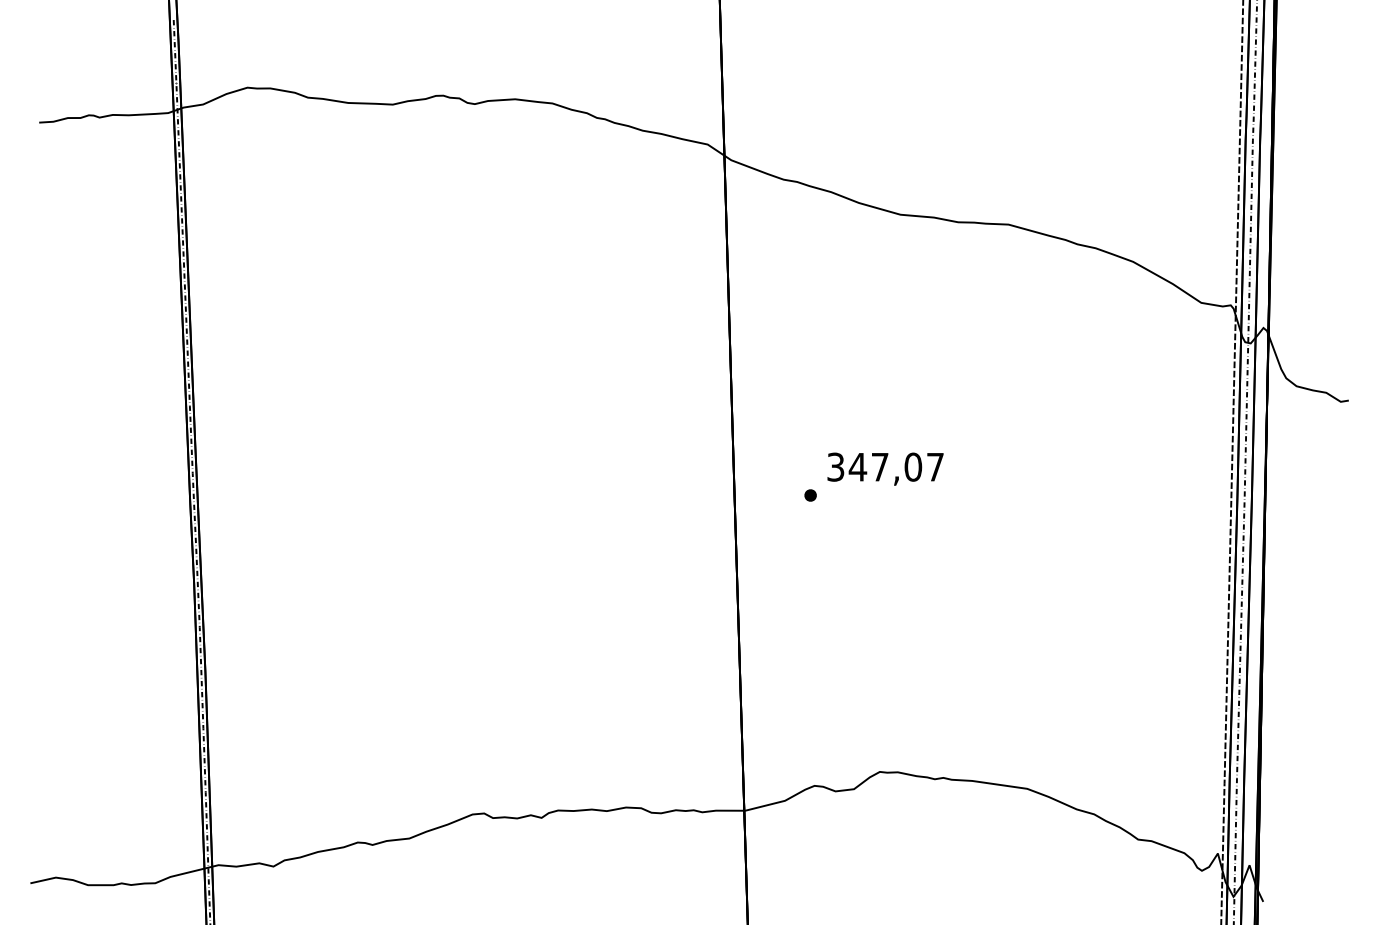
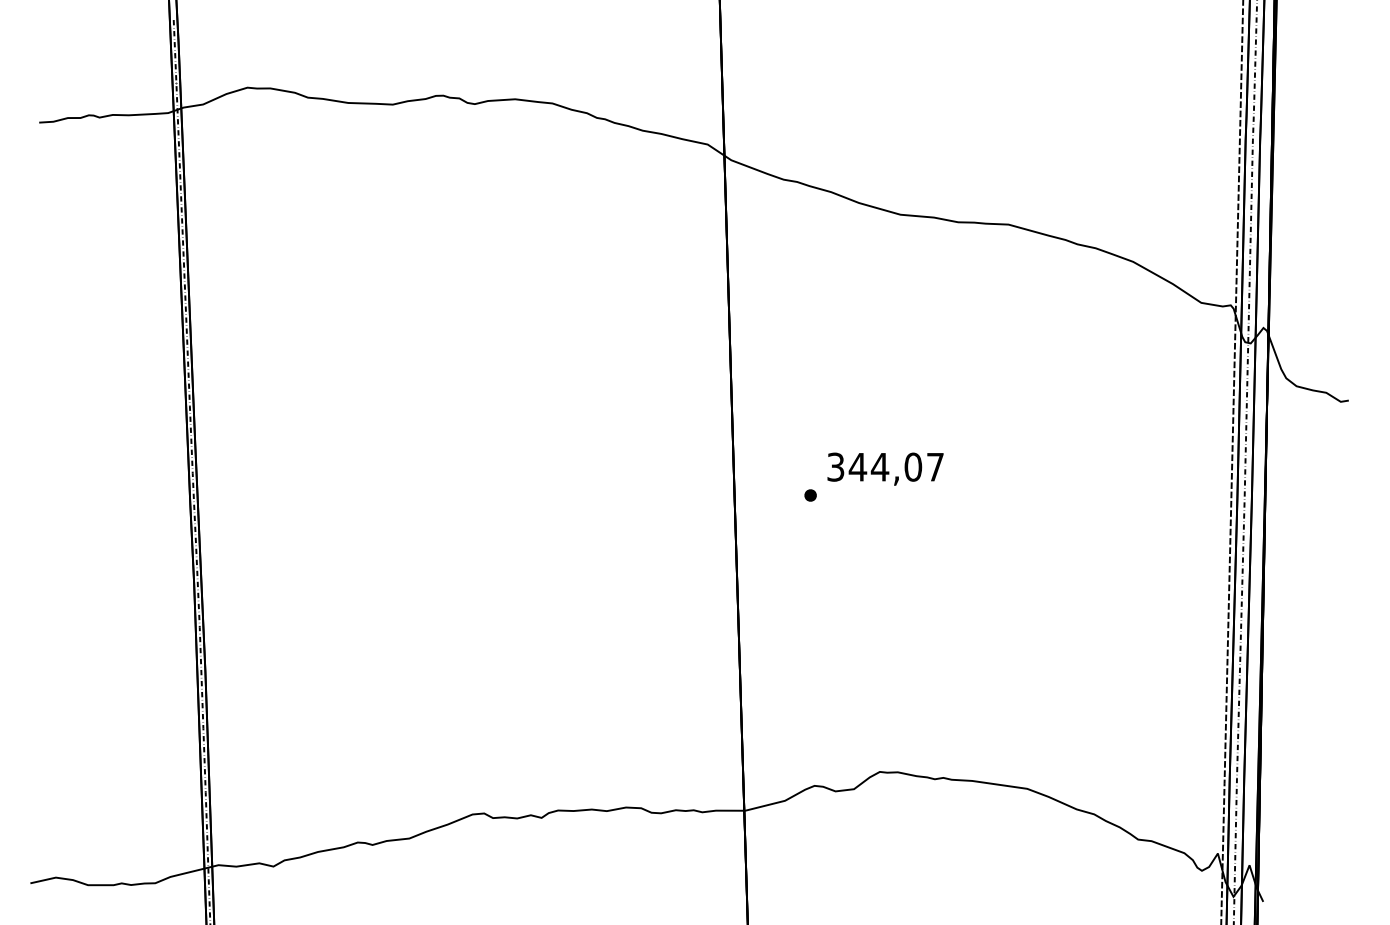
text at (879, 467): 347,07 -> 344,07
